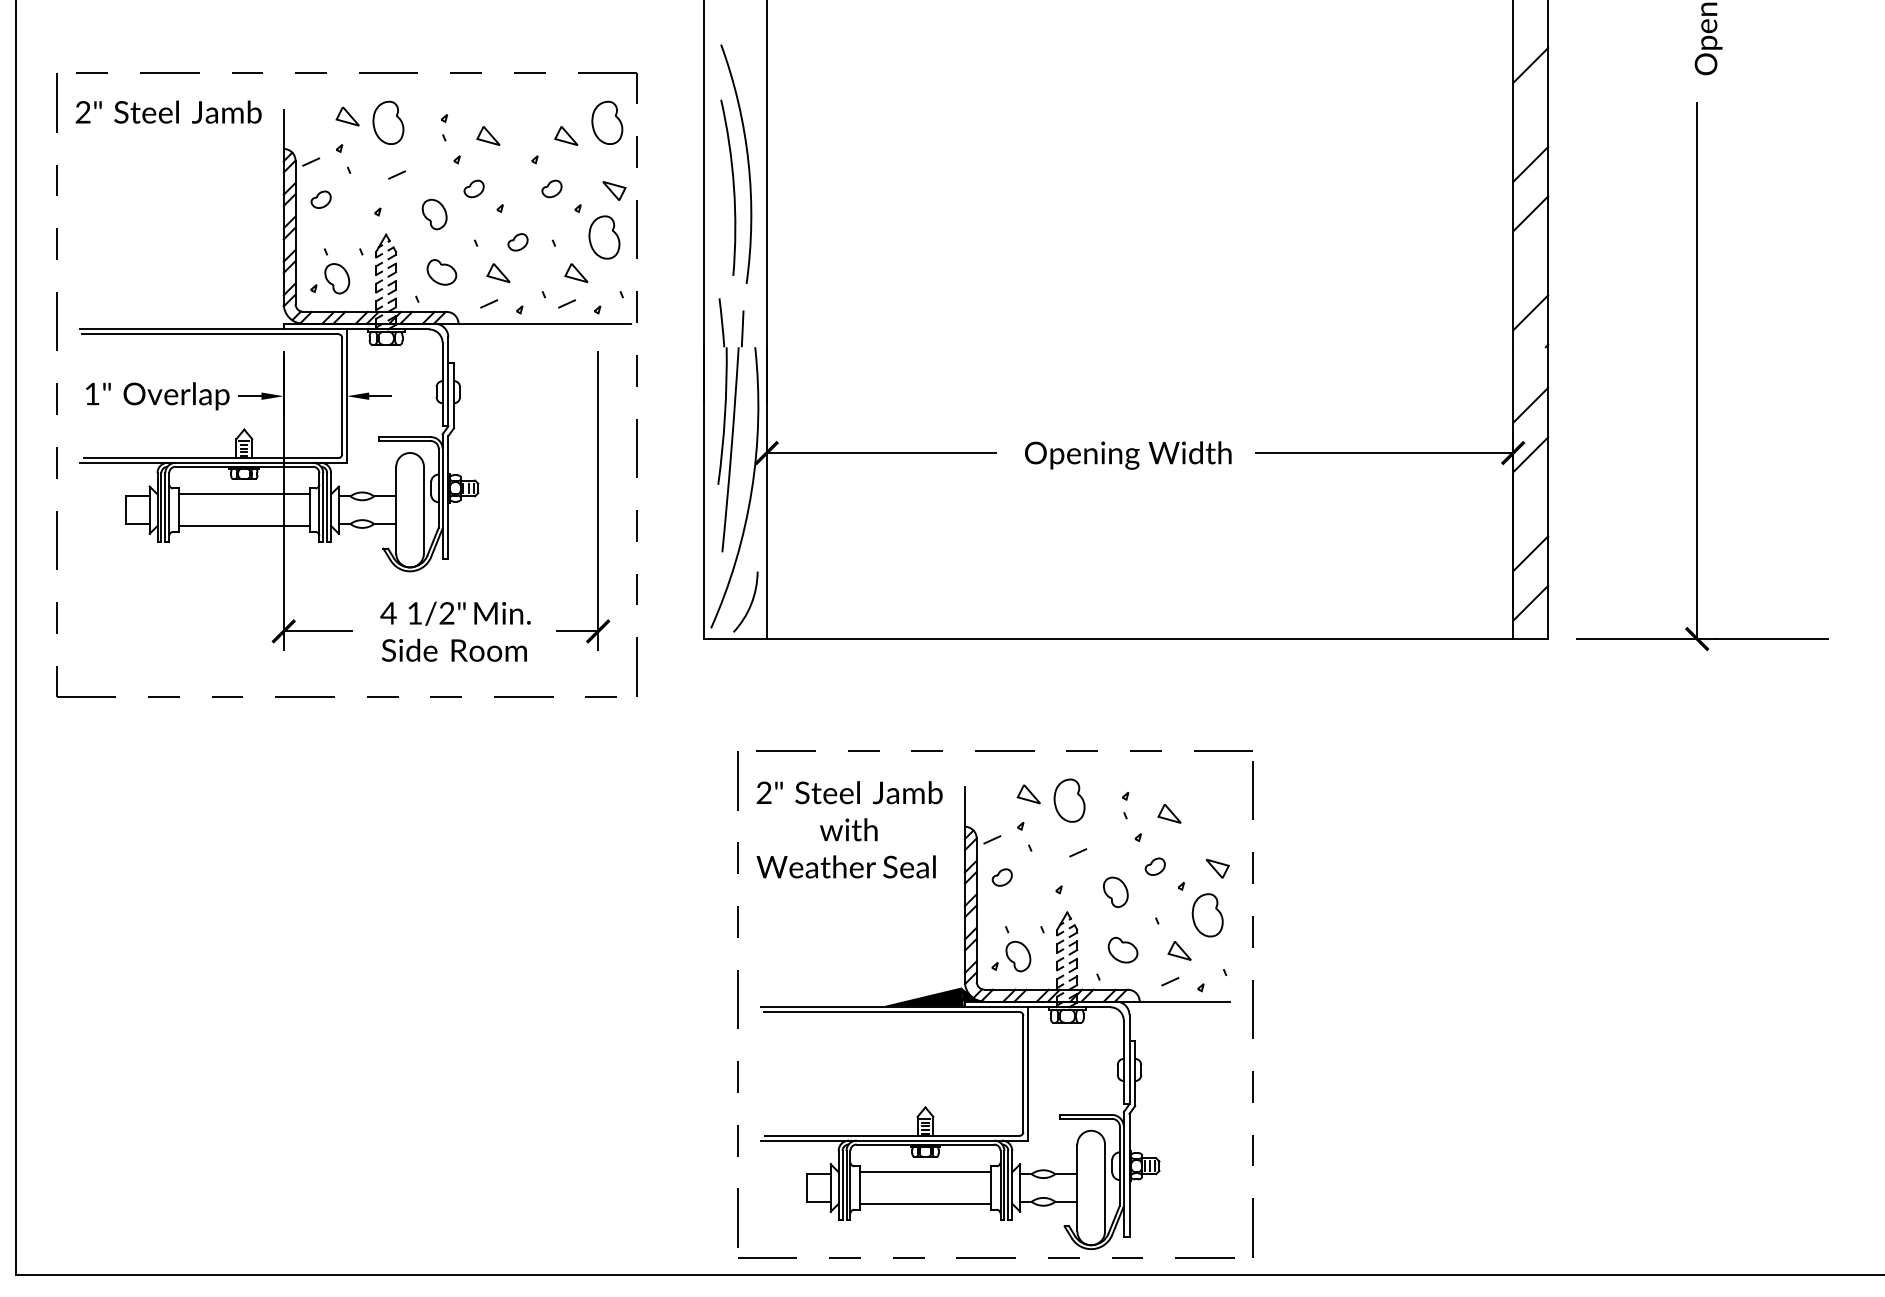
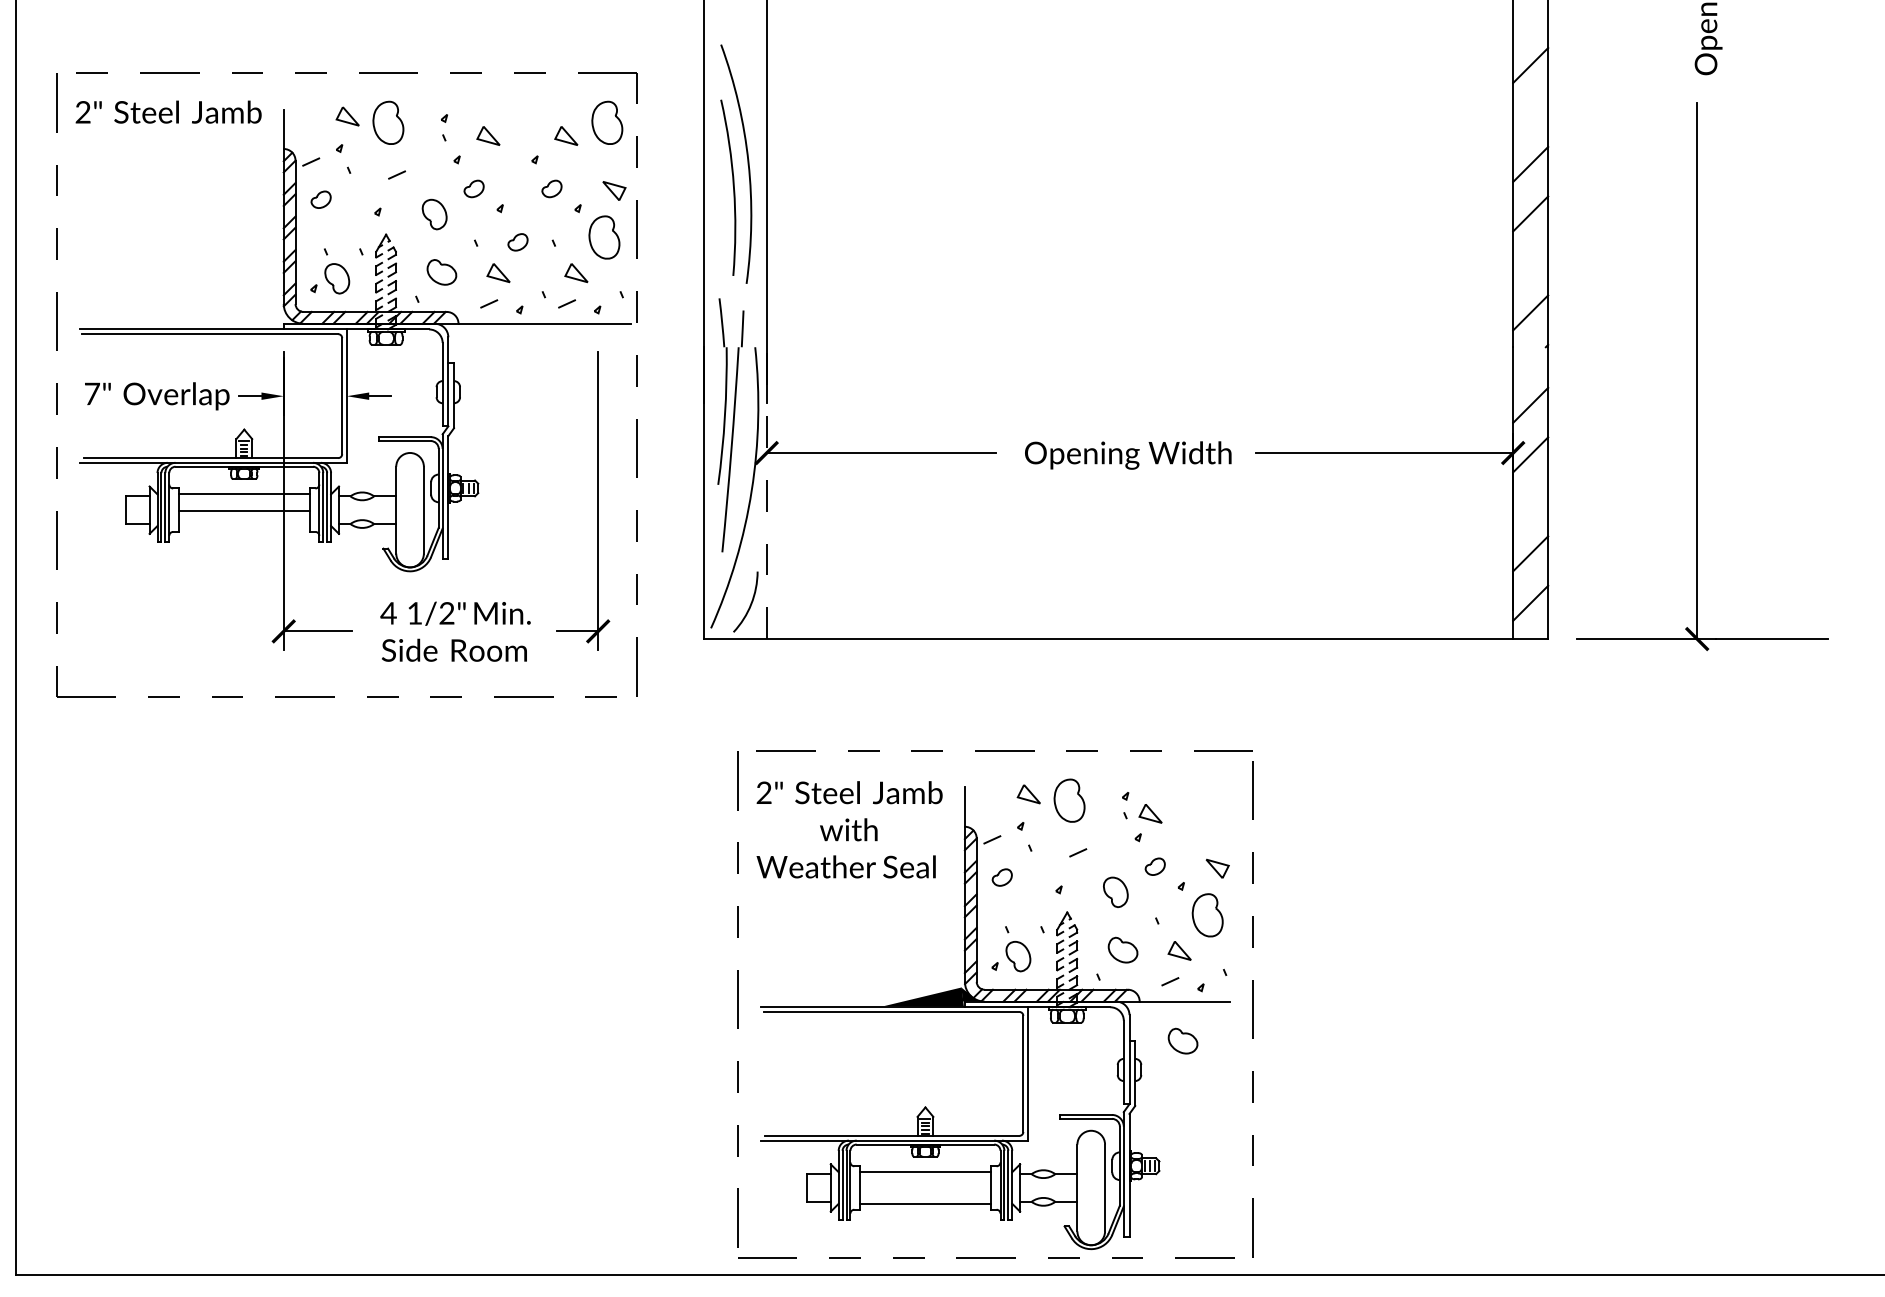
text at (92, 393): 1" -> 7"
line at (766, 493): solid -> dashed
line at (244, 526) position: (244, 526) -> (244, 511)
part at (1169, 813) position: (1169, 813) -> (1150, 813)
part at (1182, 1040): none -> present
